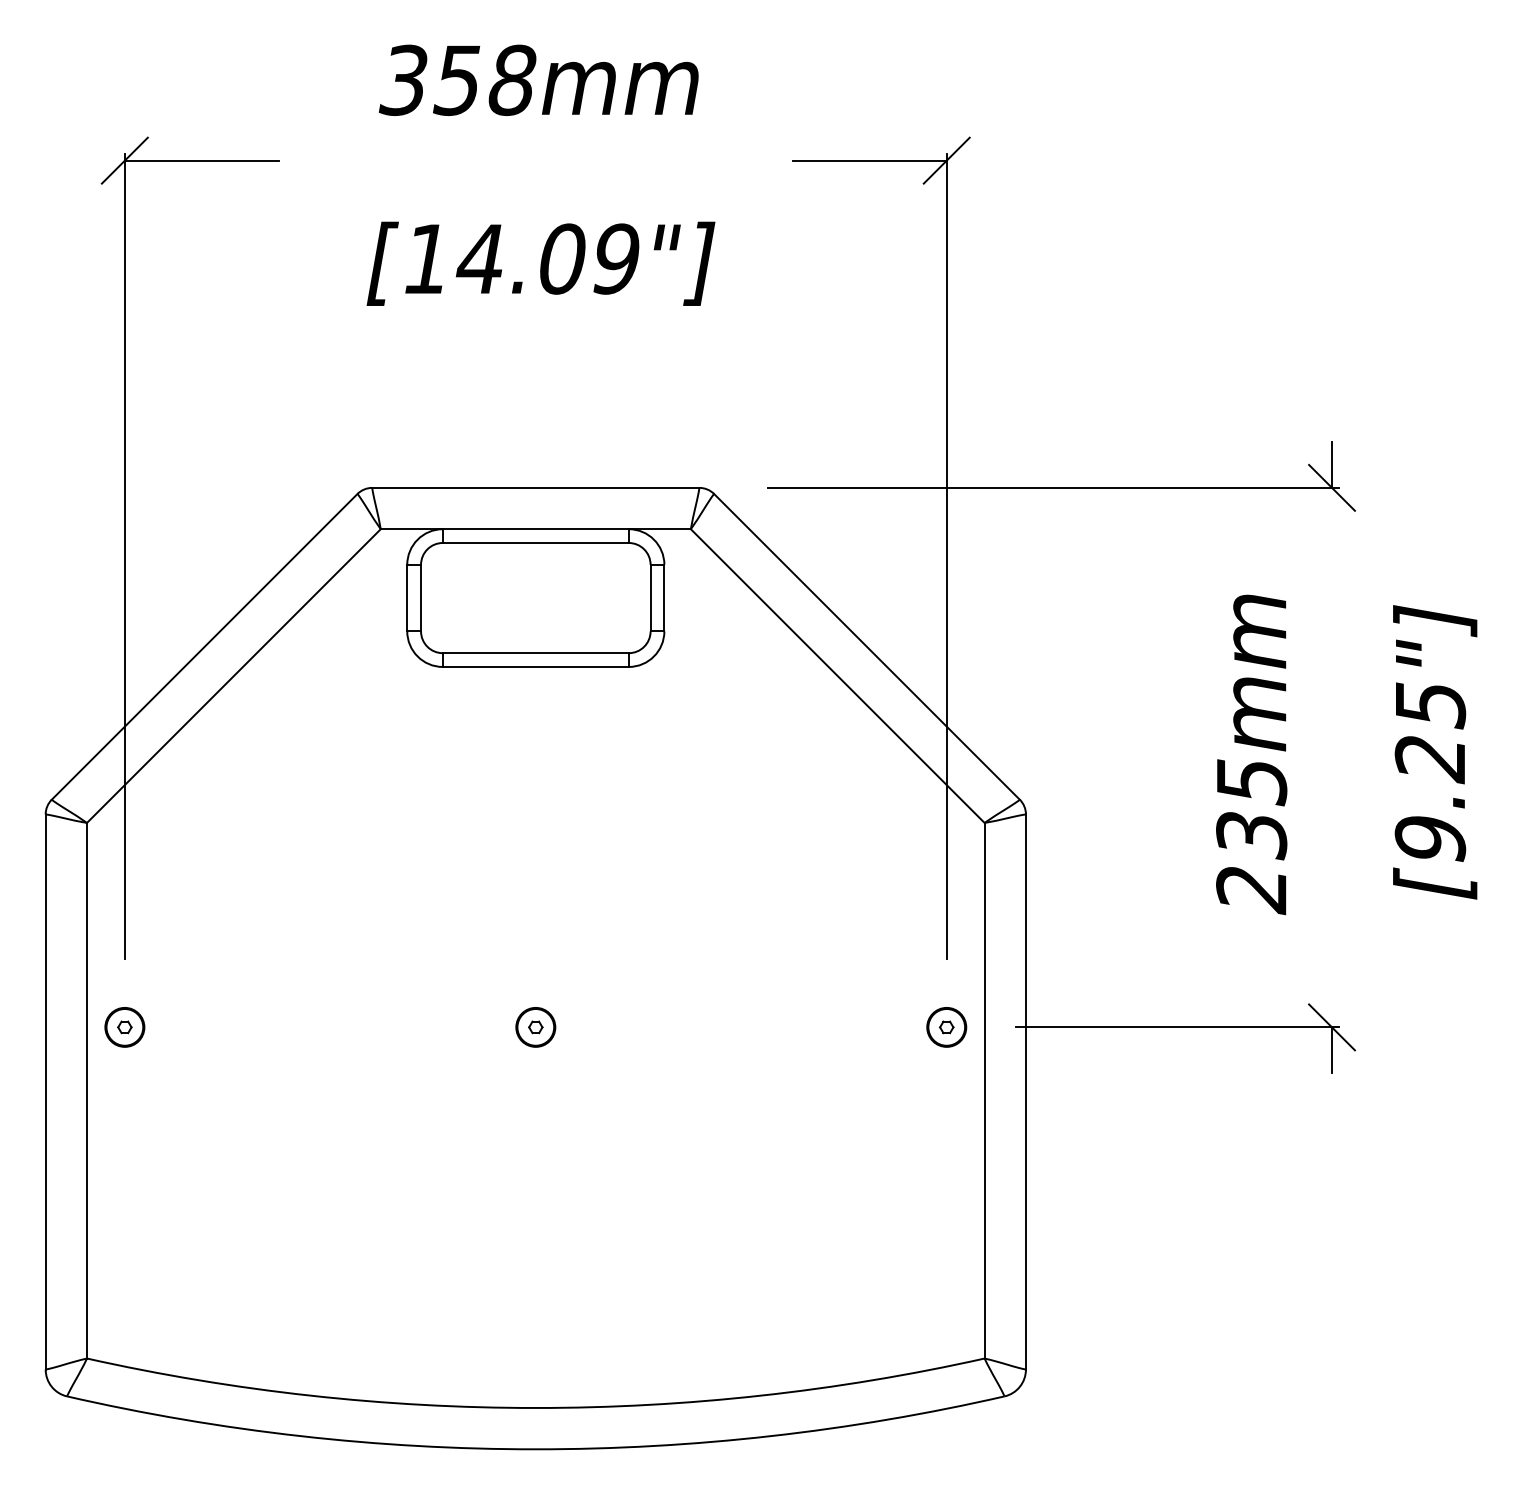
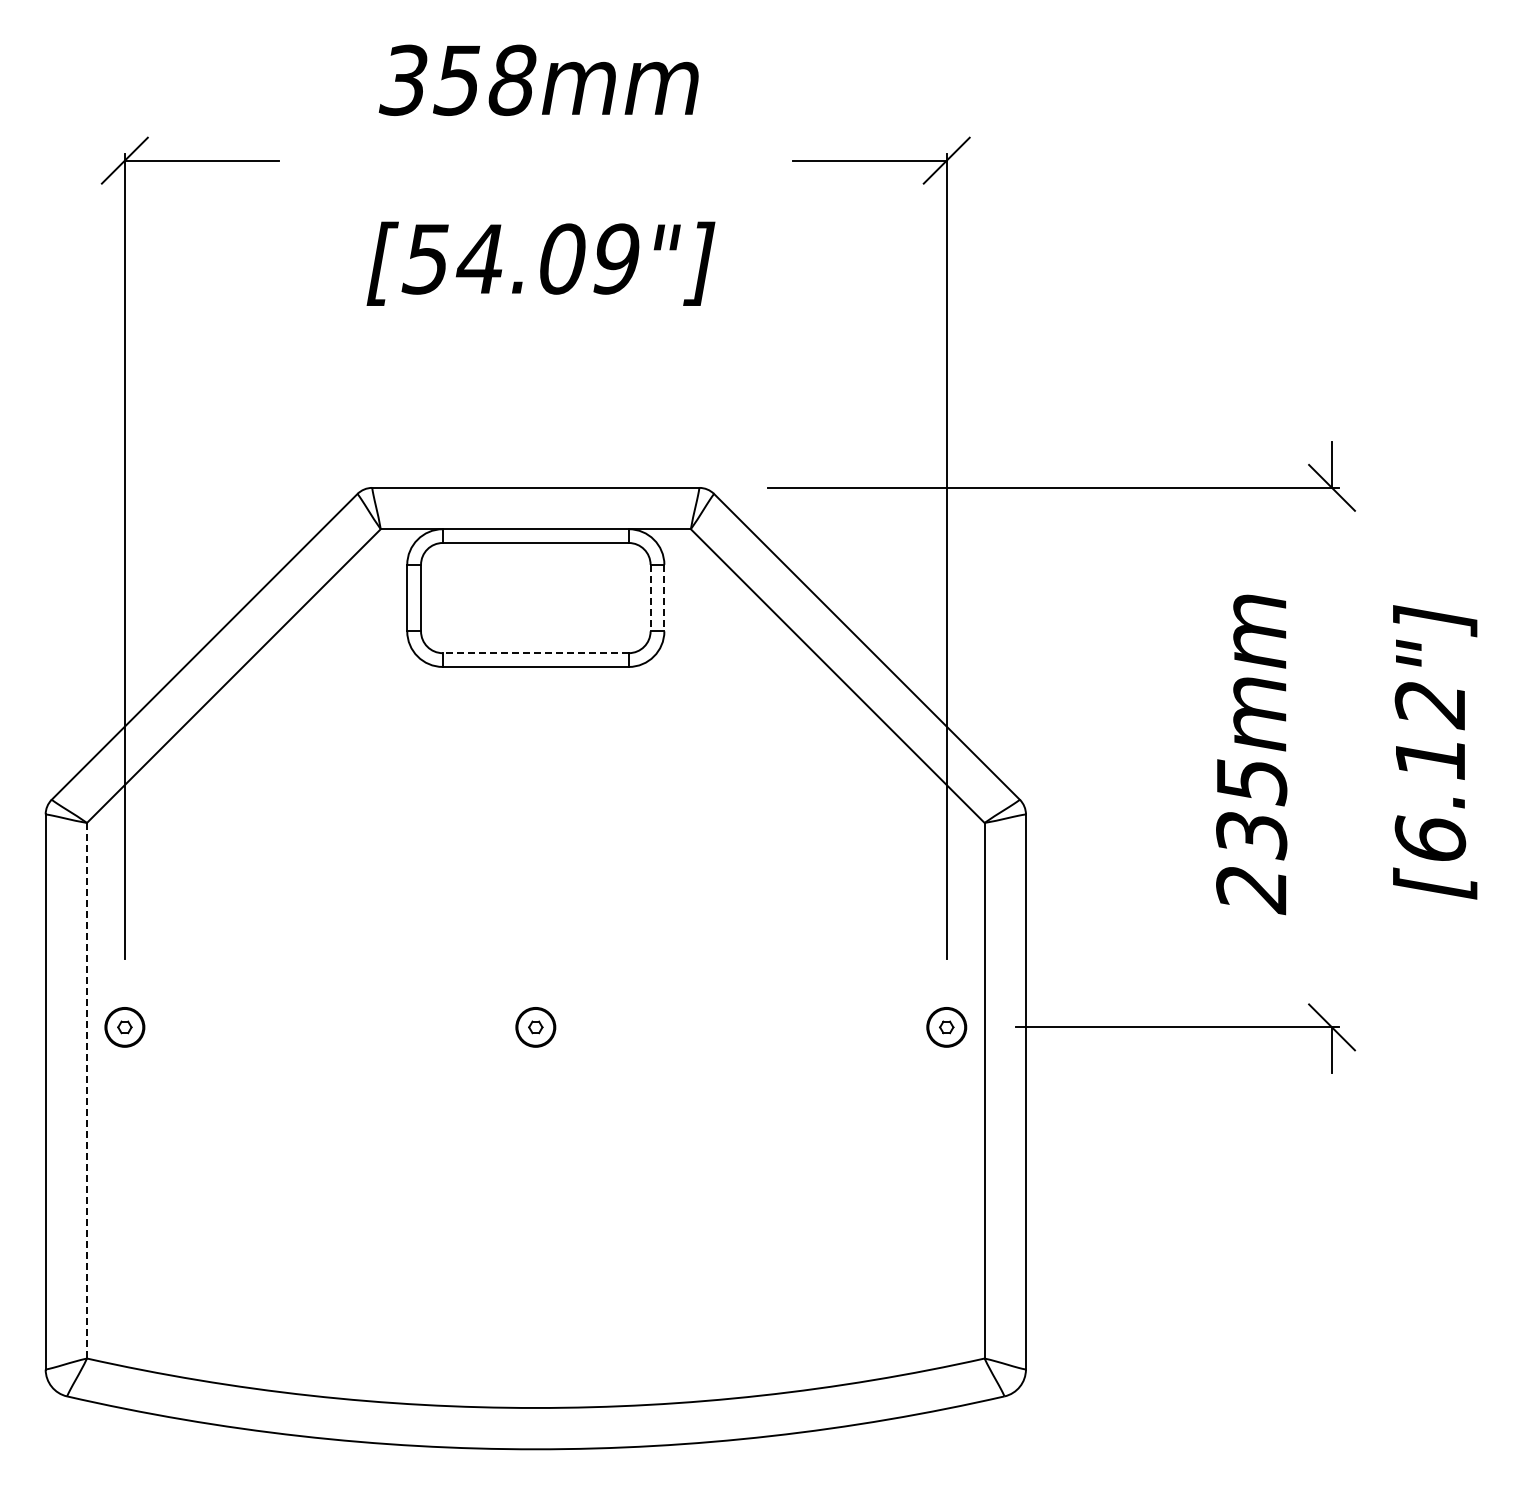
text at (424, 259): [14.09"] -> [54.09"]
line at (650, 598): solid -> dashed
line at (664, 598): solid -> dashed
line at (535, 653): solid -> dashed
text at (1430, 771): [9.25"] -> [6.12"]
line at (87, 1090): solid -> dashed
